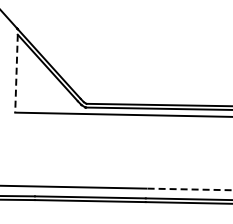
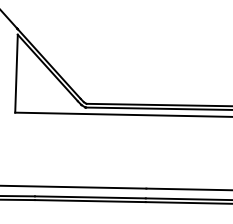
line at (16, 73): dashed -> solid
line at (189, 189): dashed -> solid
